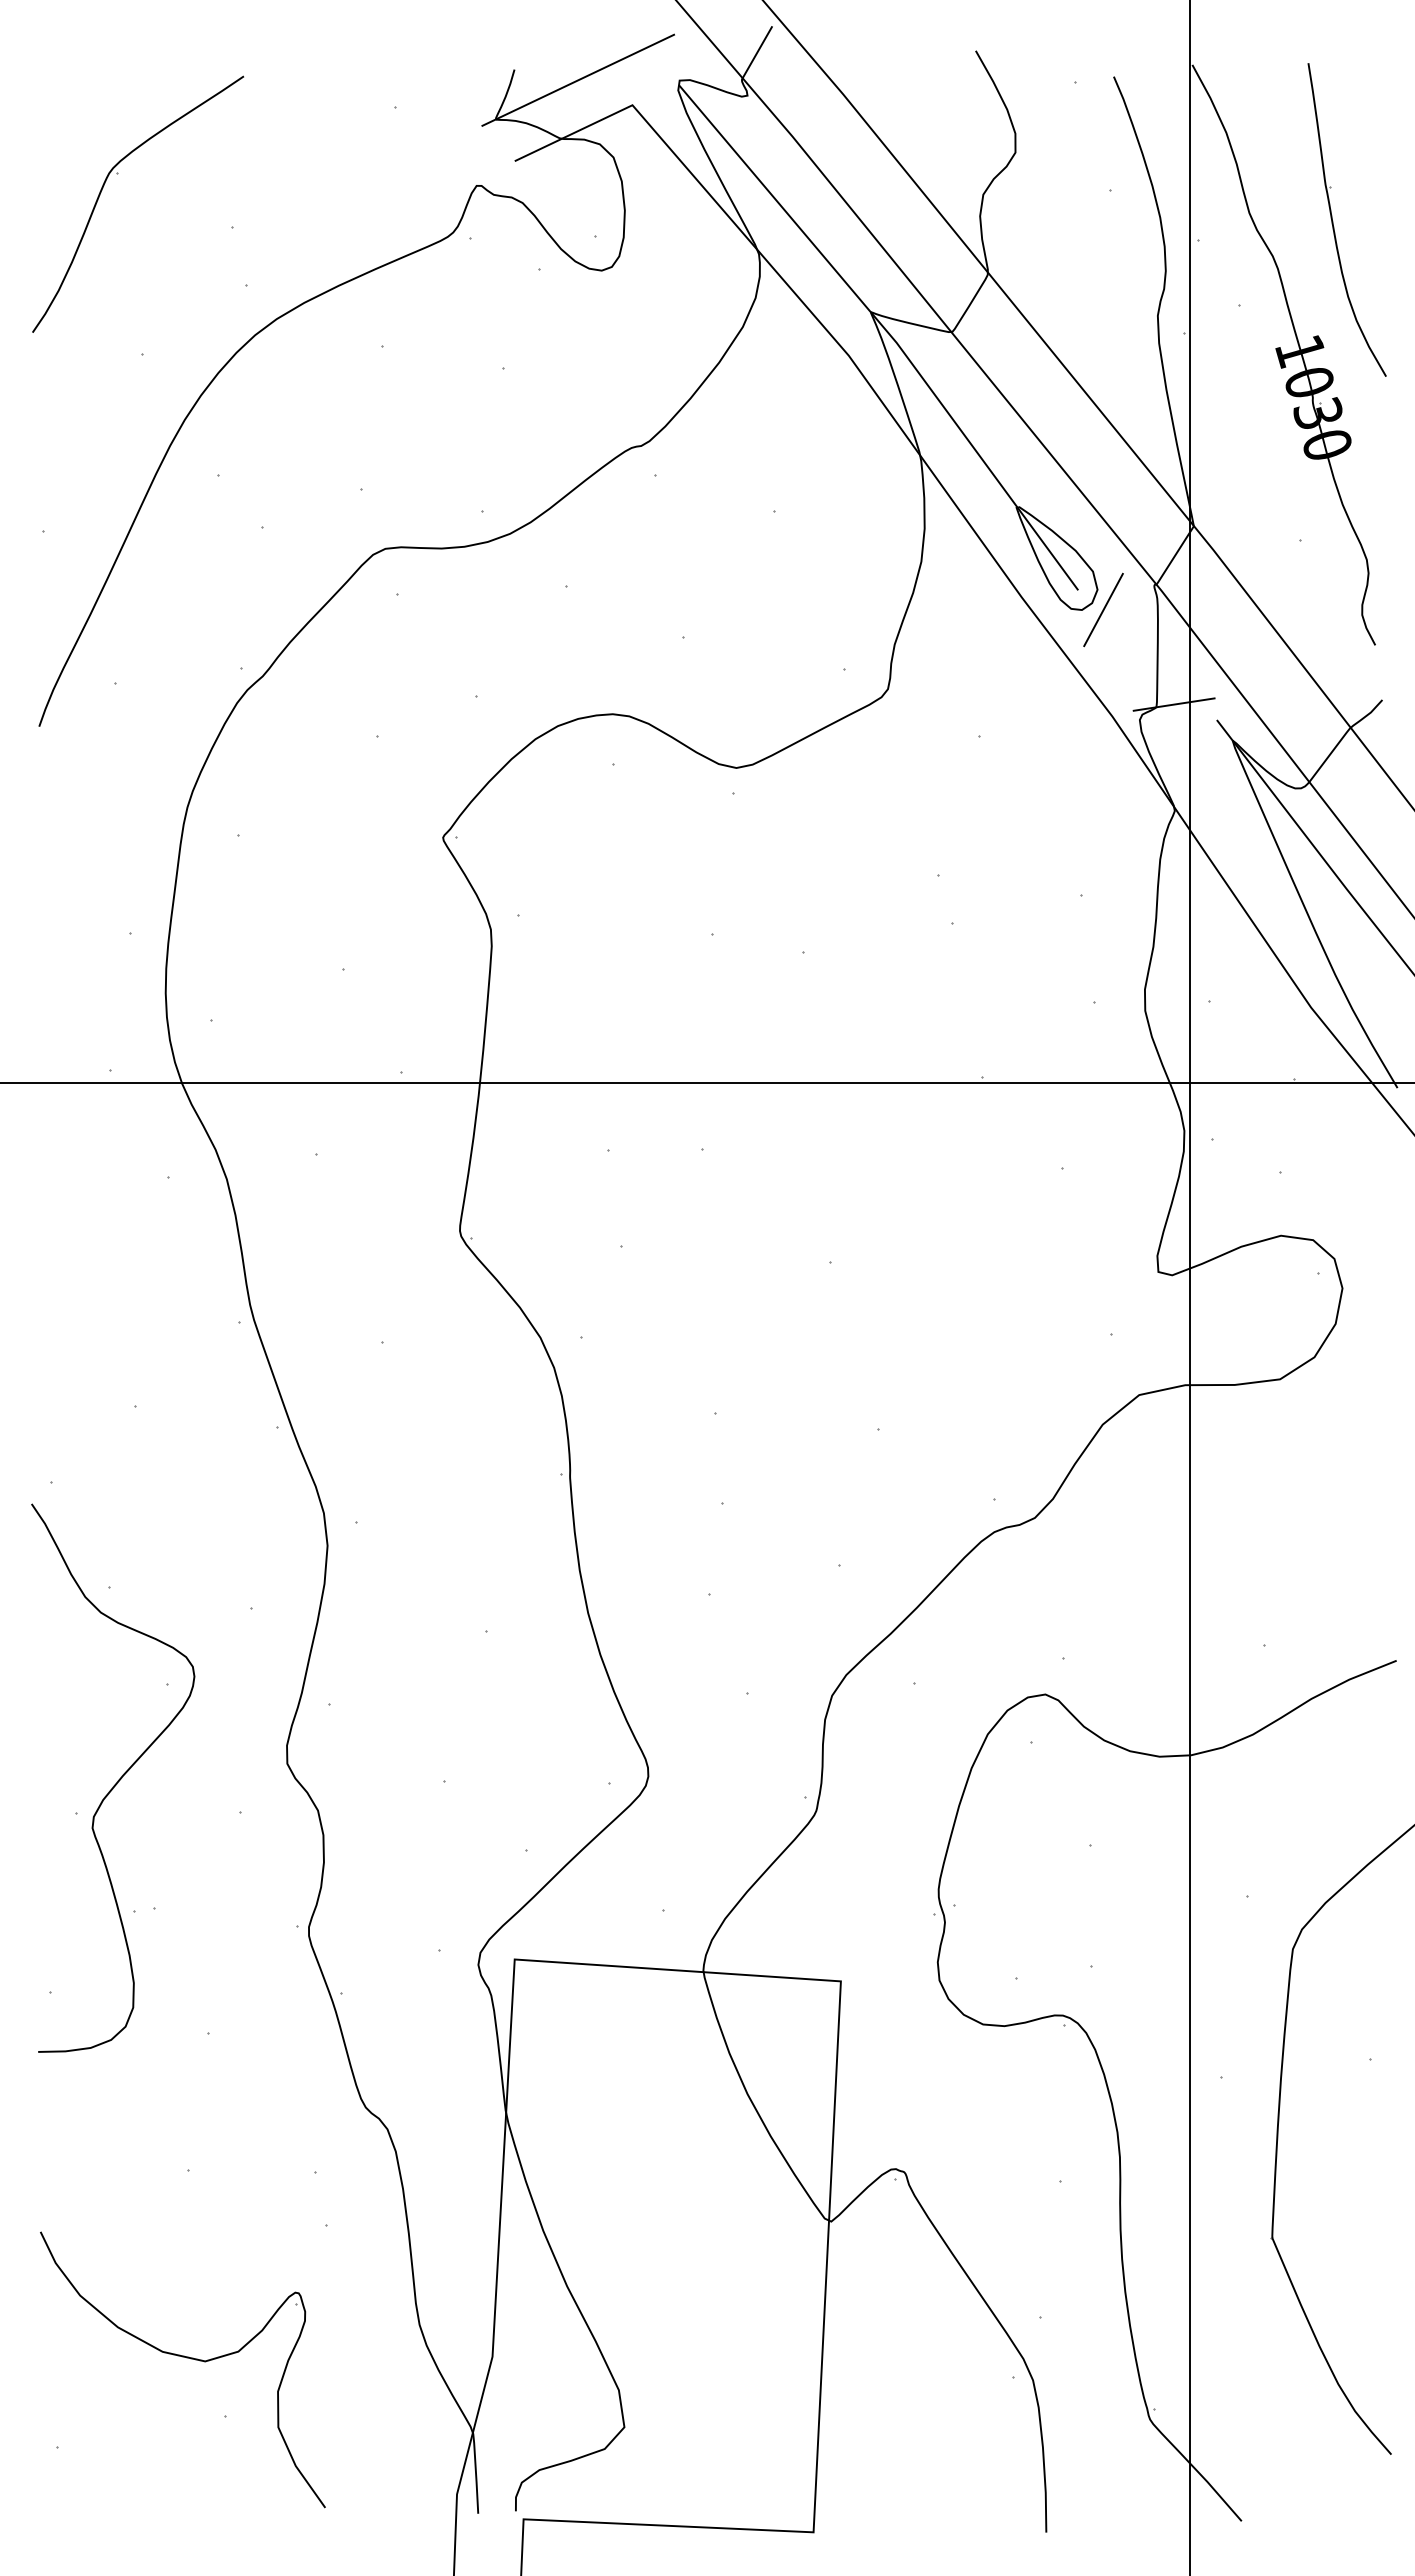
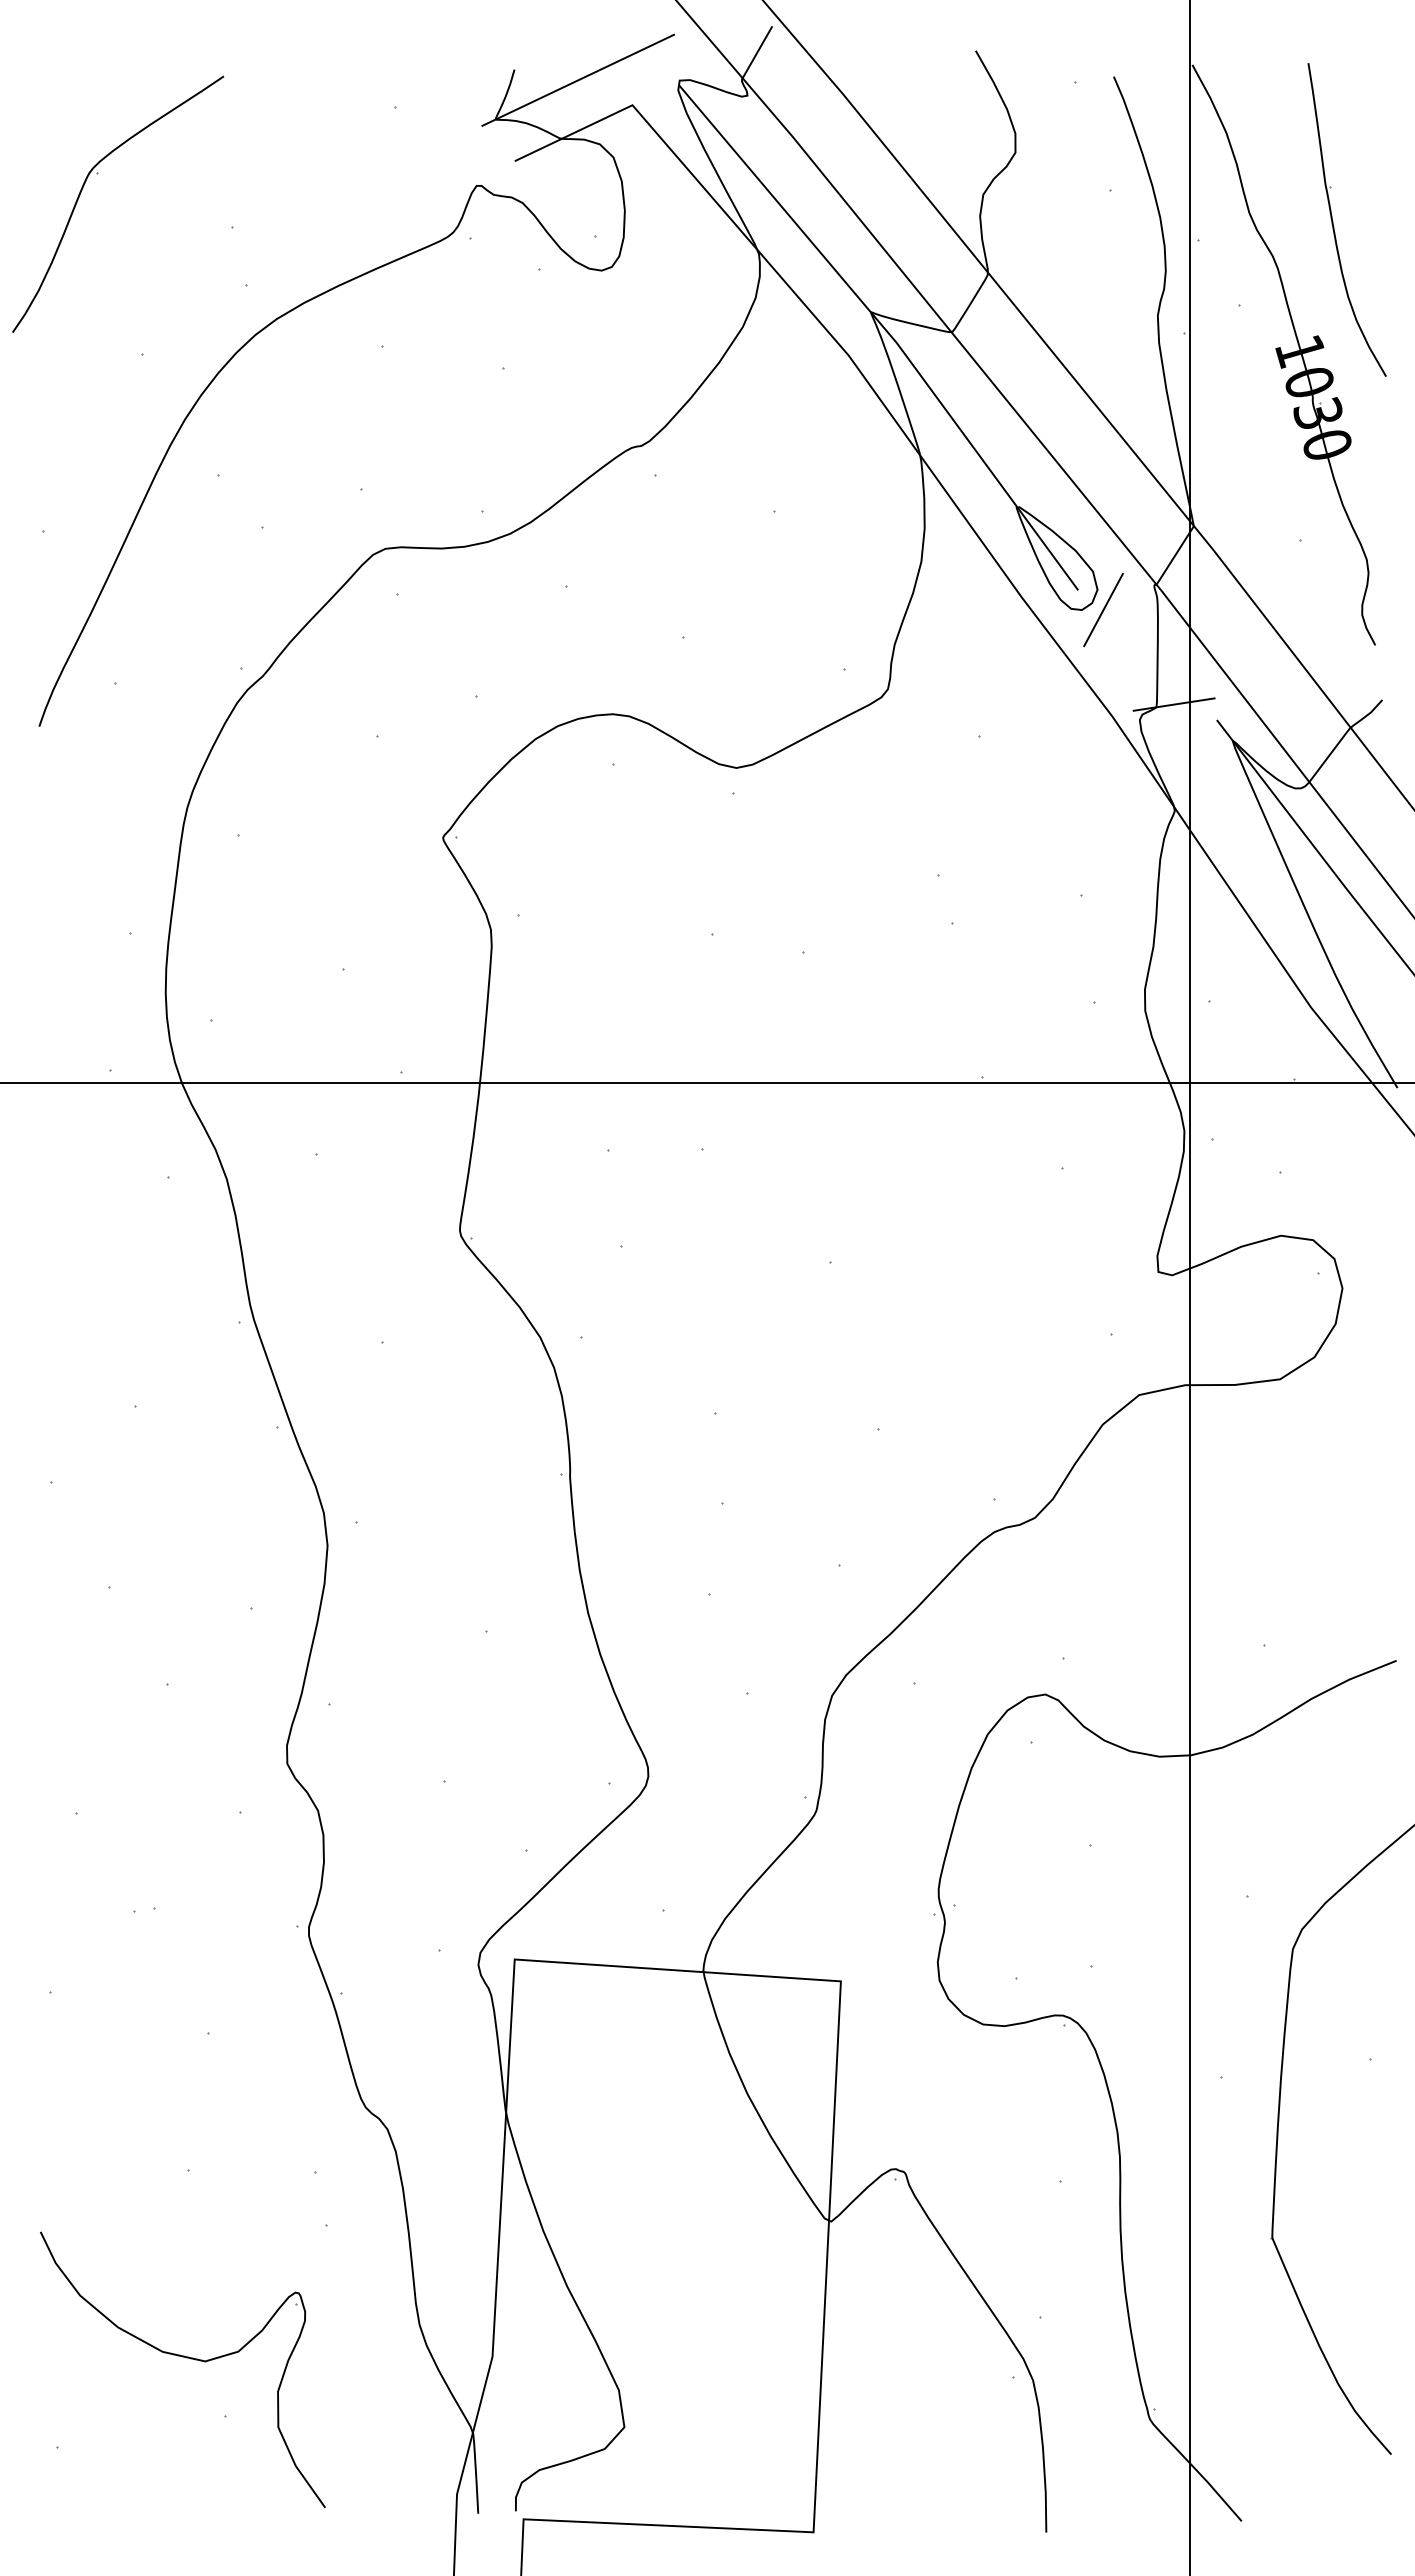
part at (117, 174) position: (117, 174) -> (97, 174)
curve at (117, 1780): present -> none
